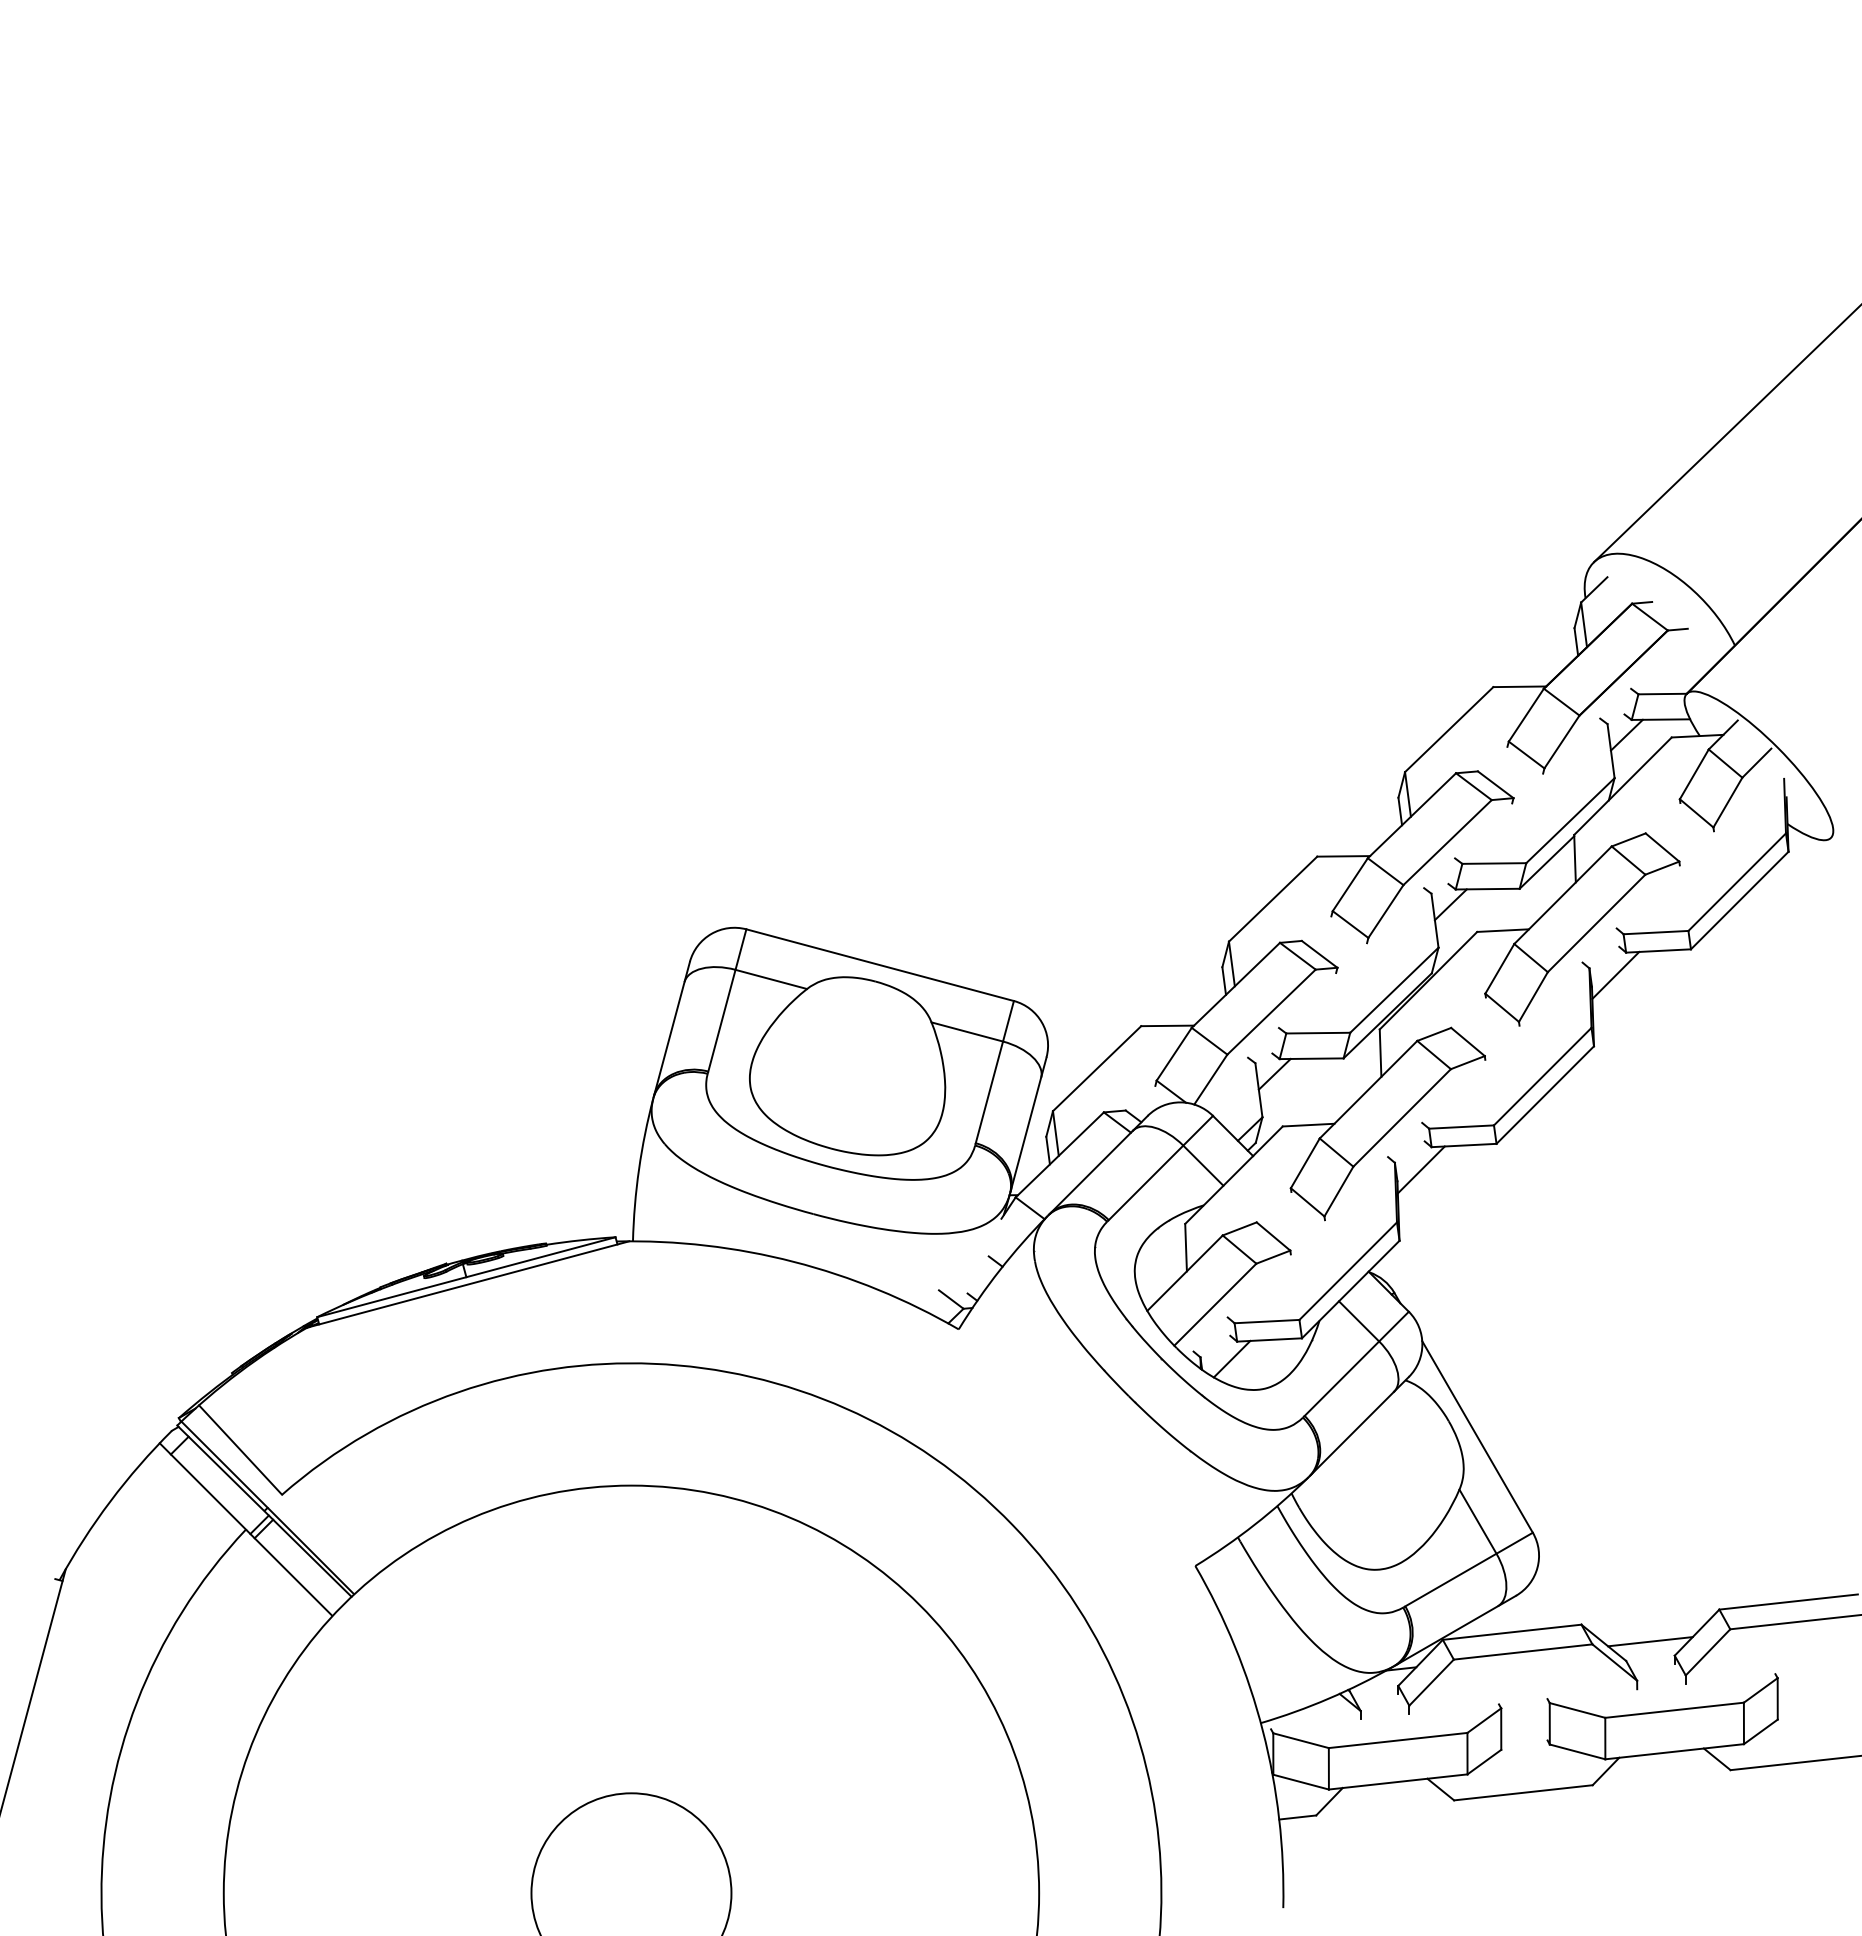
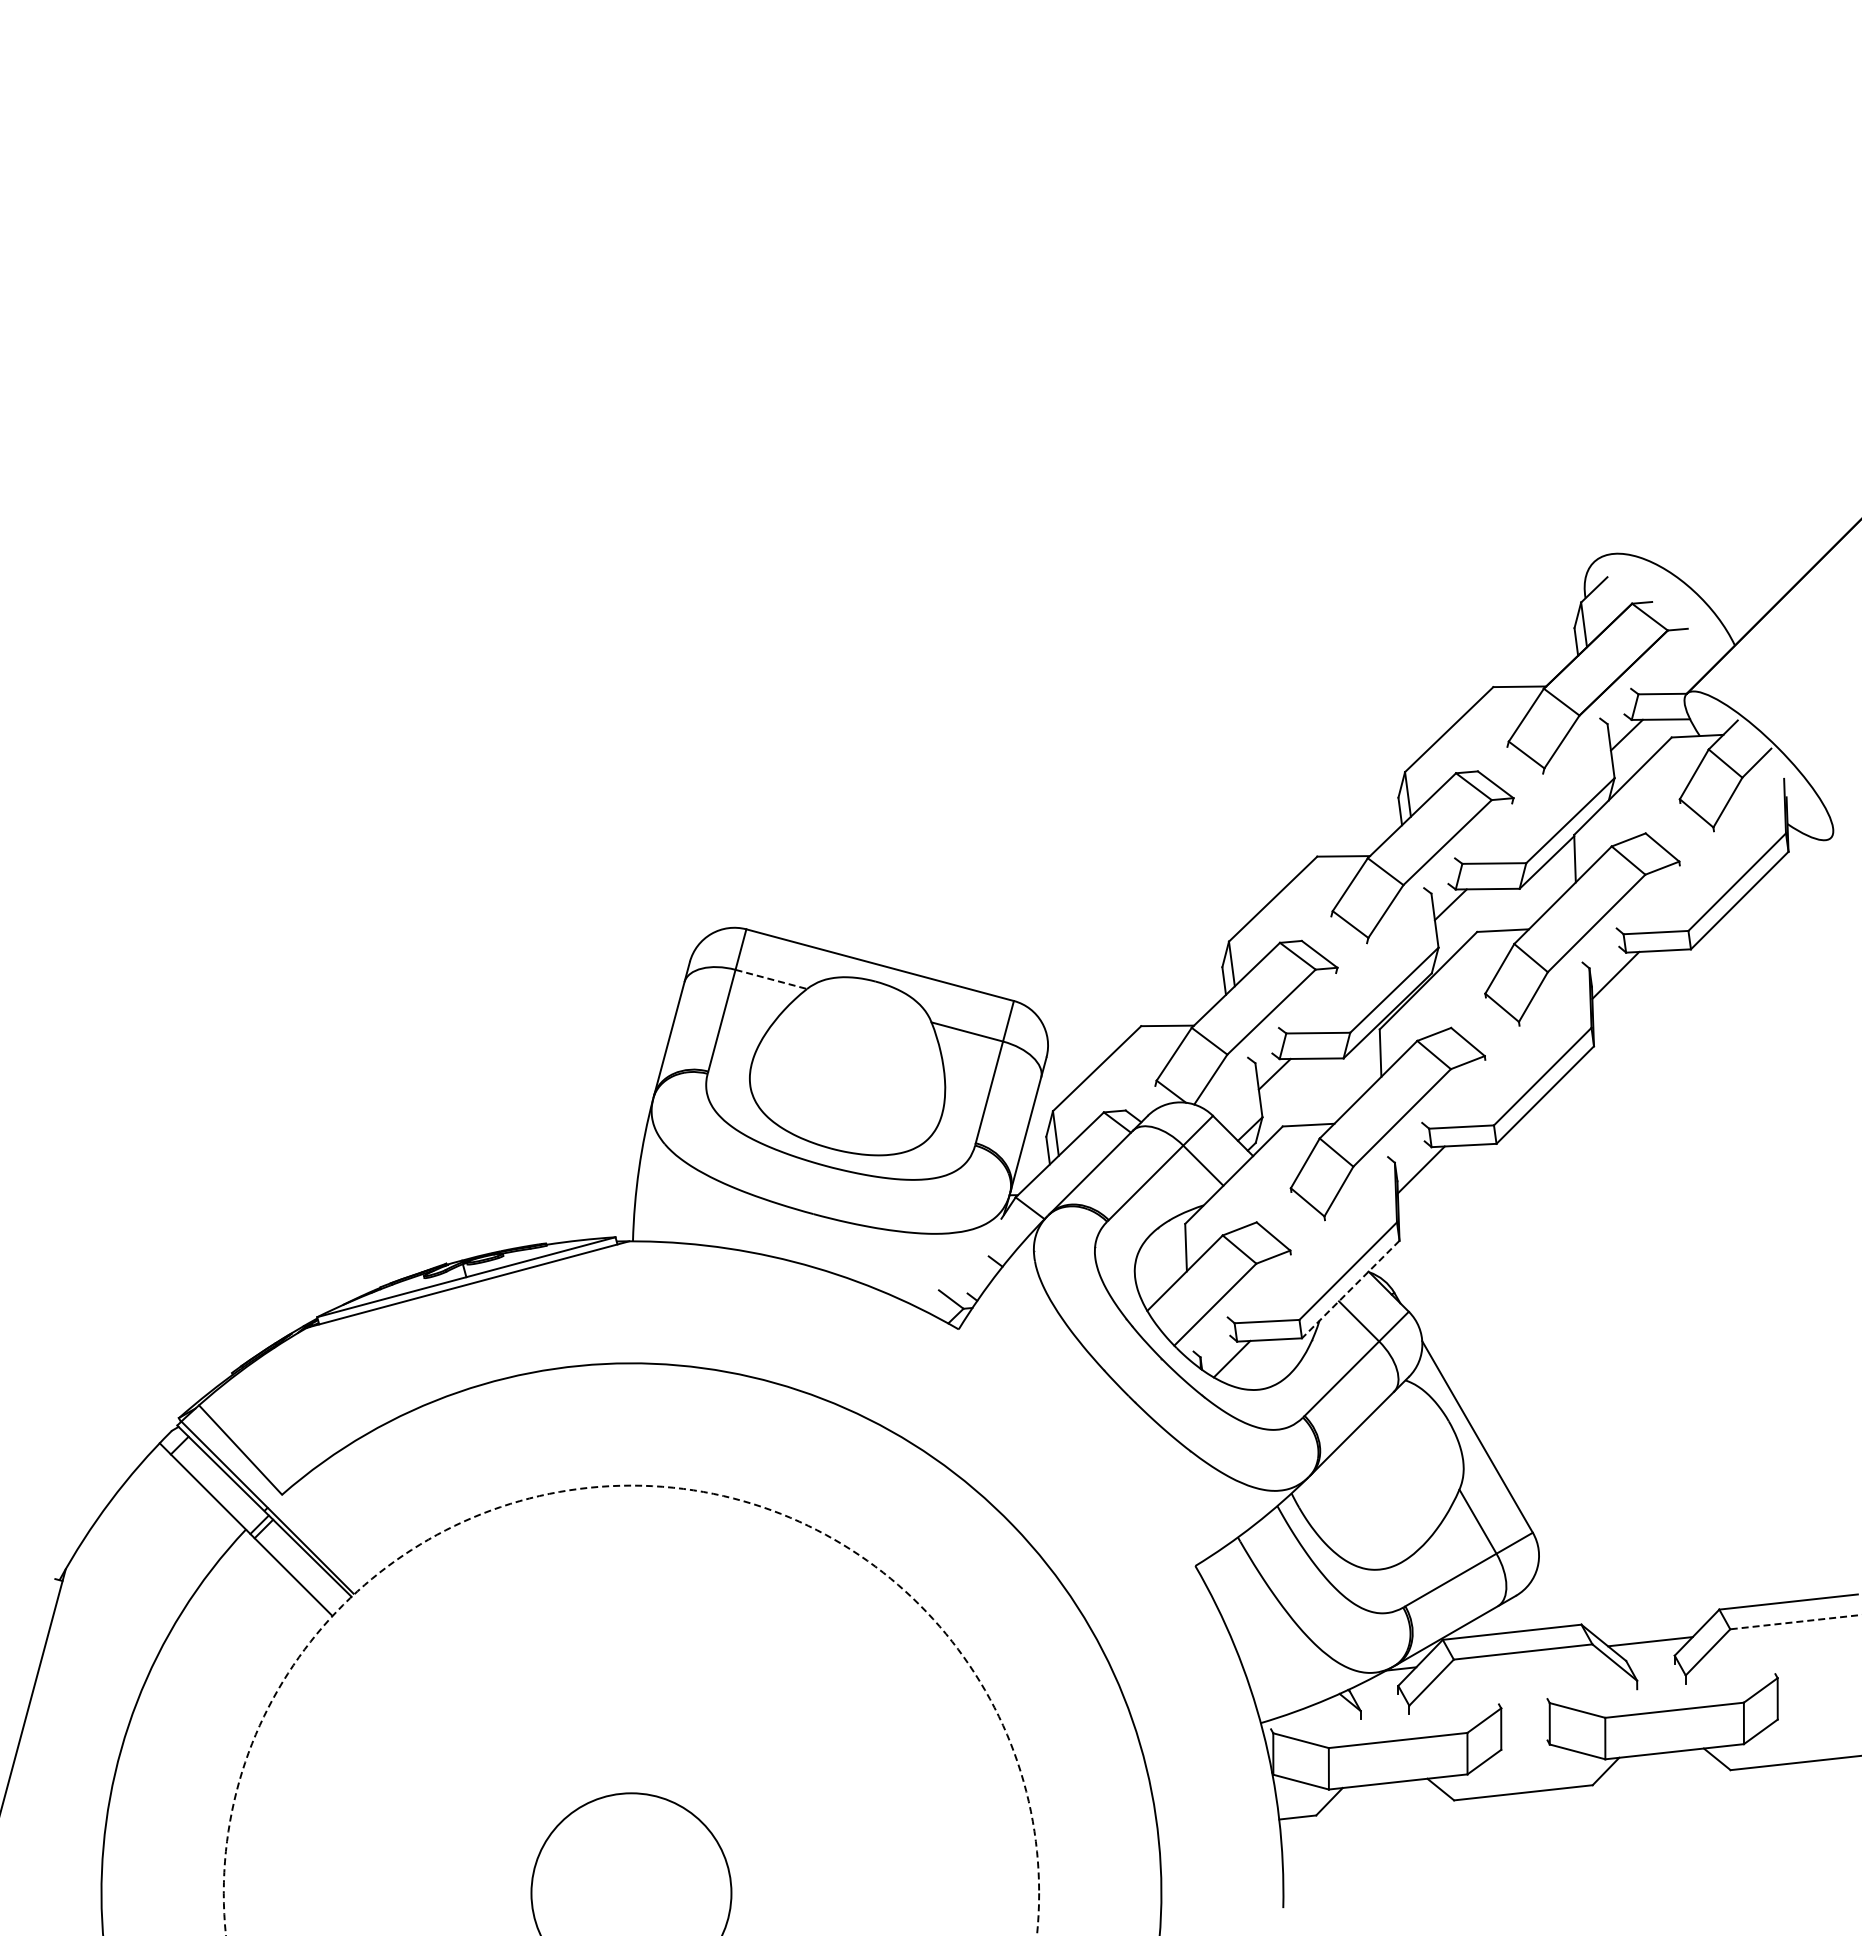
line at (1726, 434): present -> none
line at (771, 979): solid -> dashed
line at (1350, 1289): solid -> dashed
line at (1795, 1622): solid -> dashed
circle at (631, 1710): solid -> dashed
